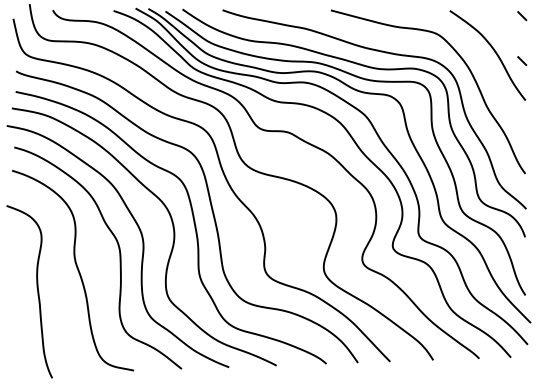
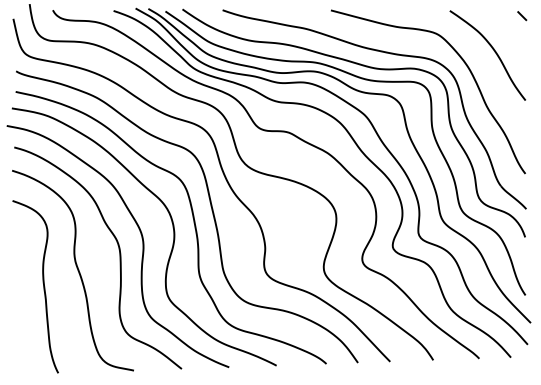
line at (522, 61): present -> none
curve at (36, 288) position: (36, 288) -> (42, 283)
